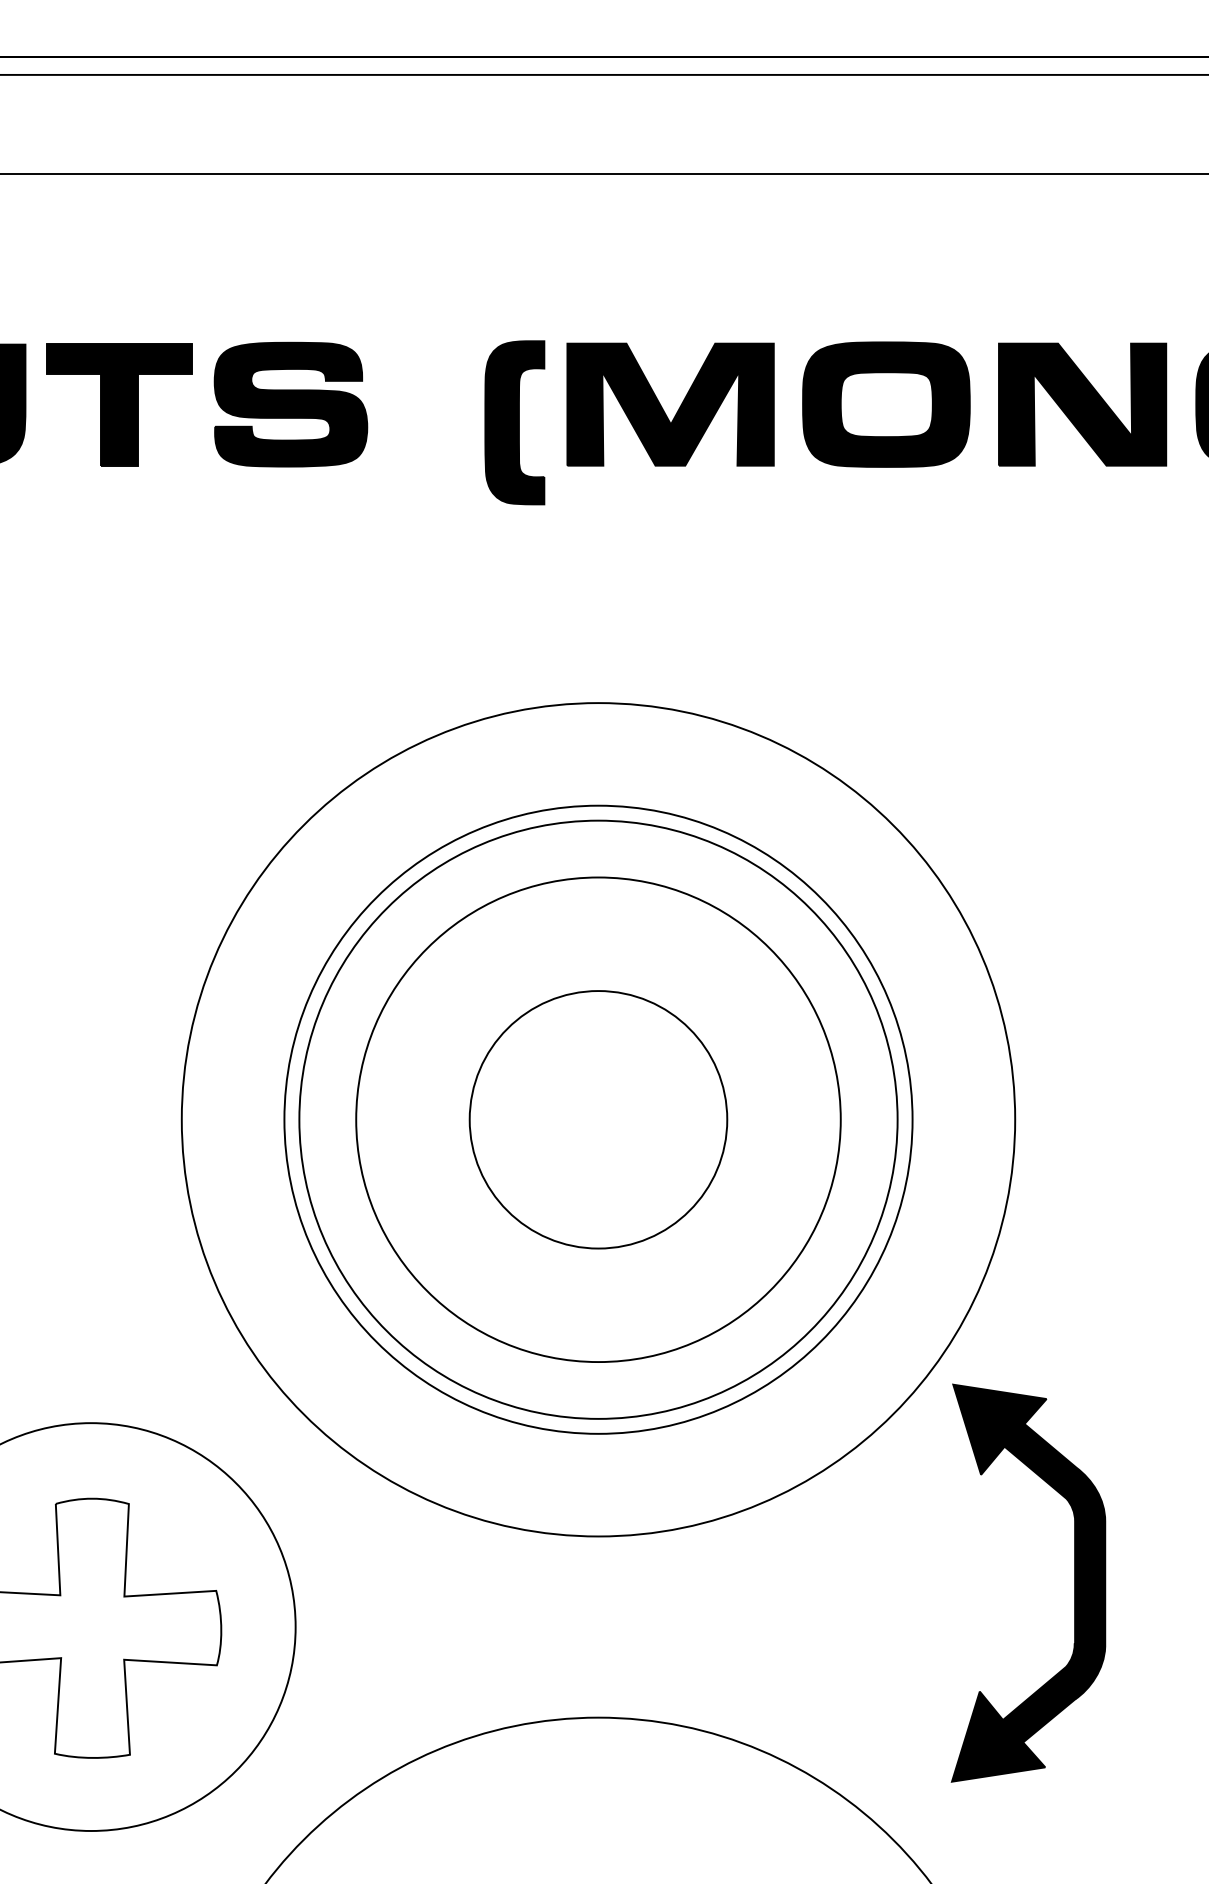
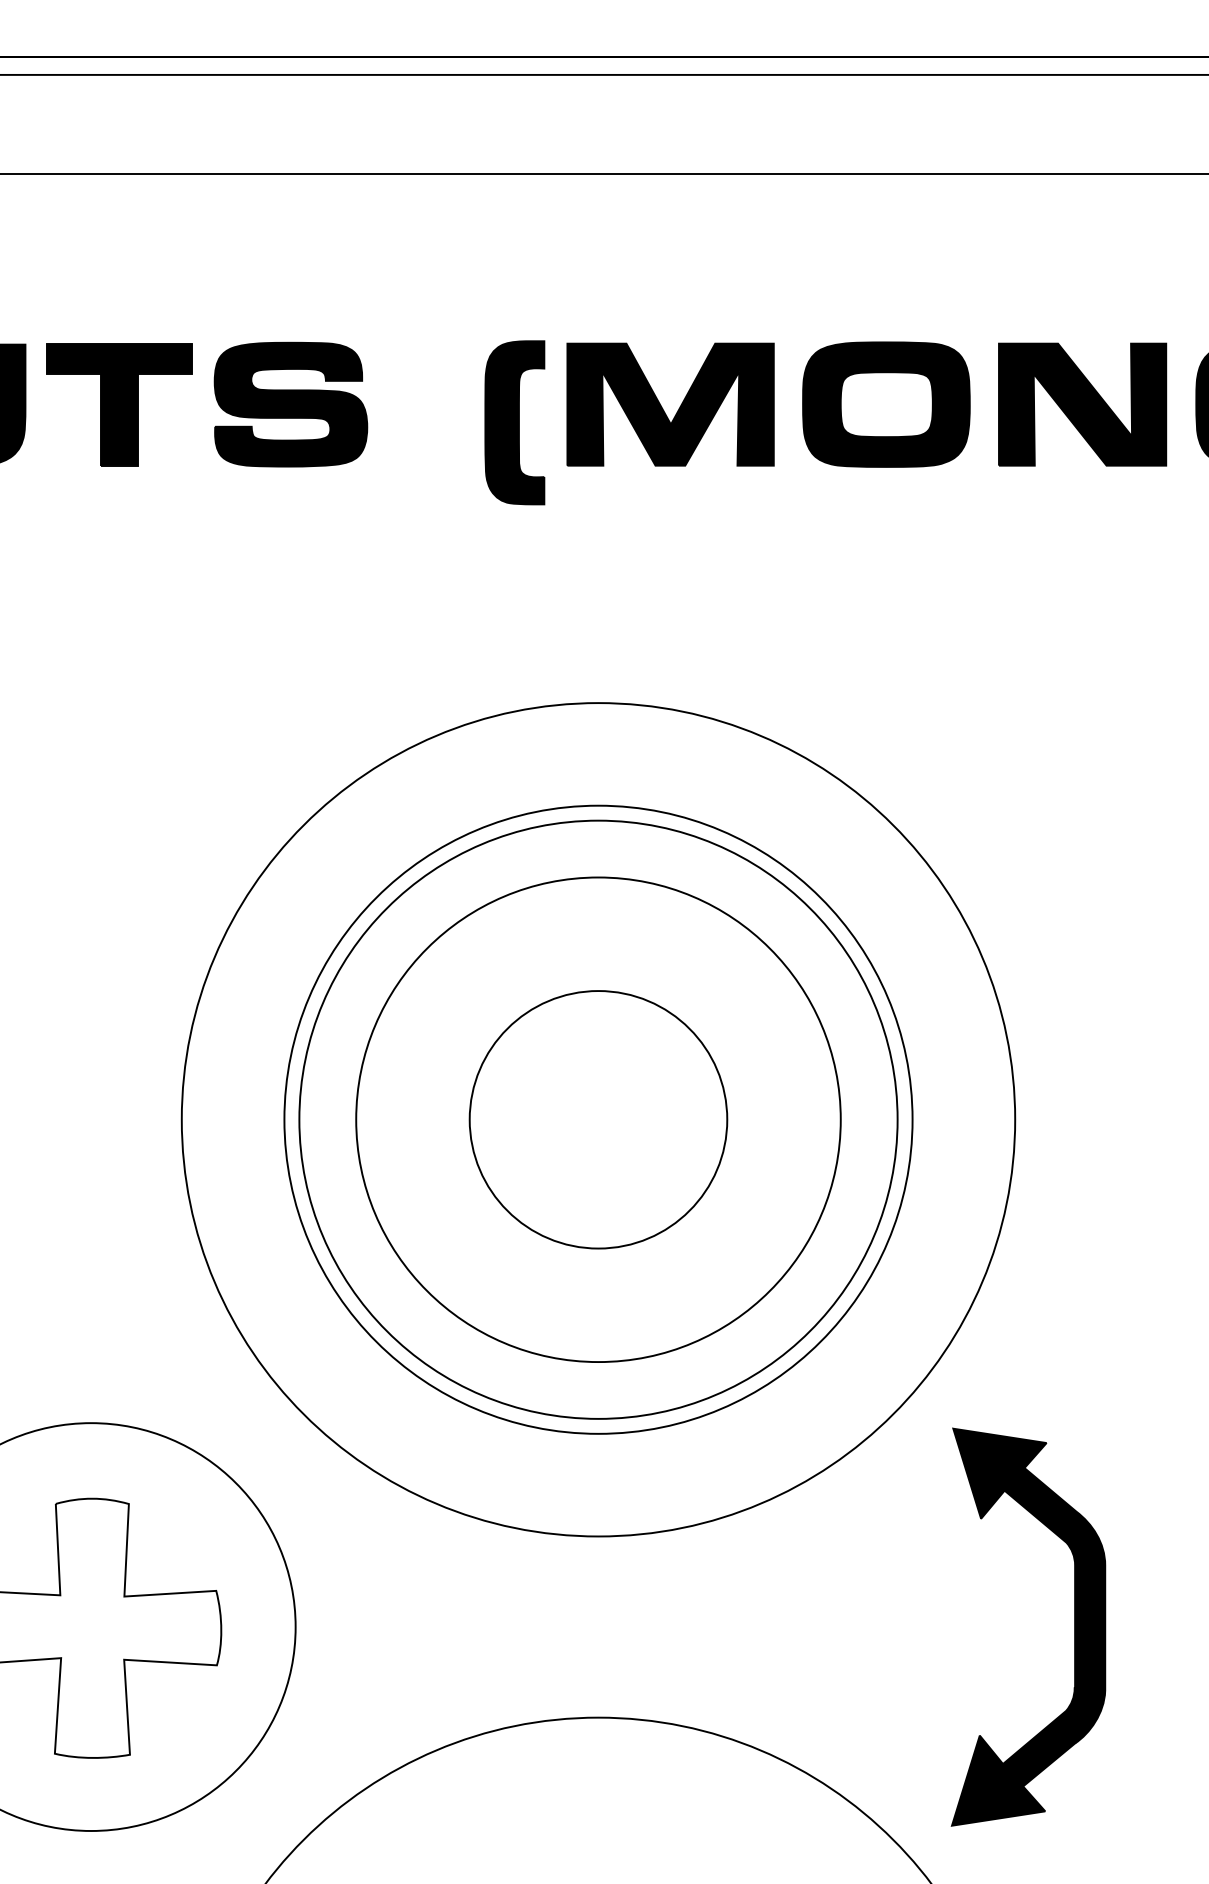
part at (1074, 1582) position: (1074, 1582) -> (1074, 1626)
